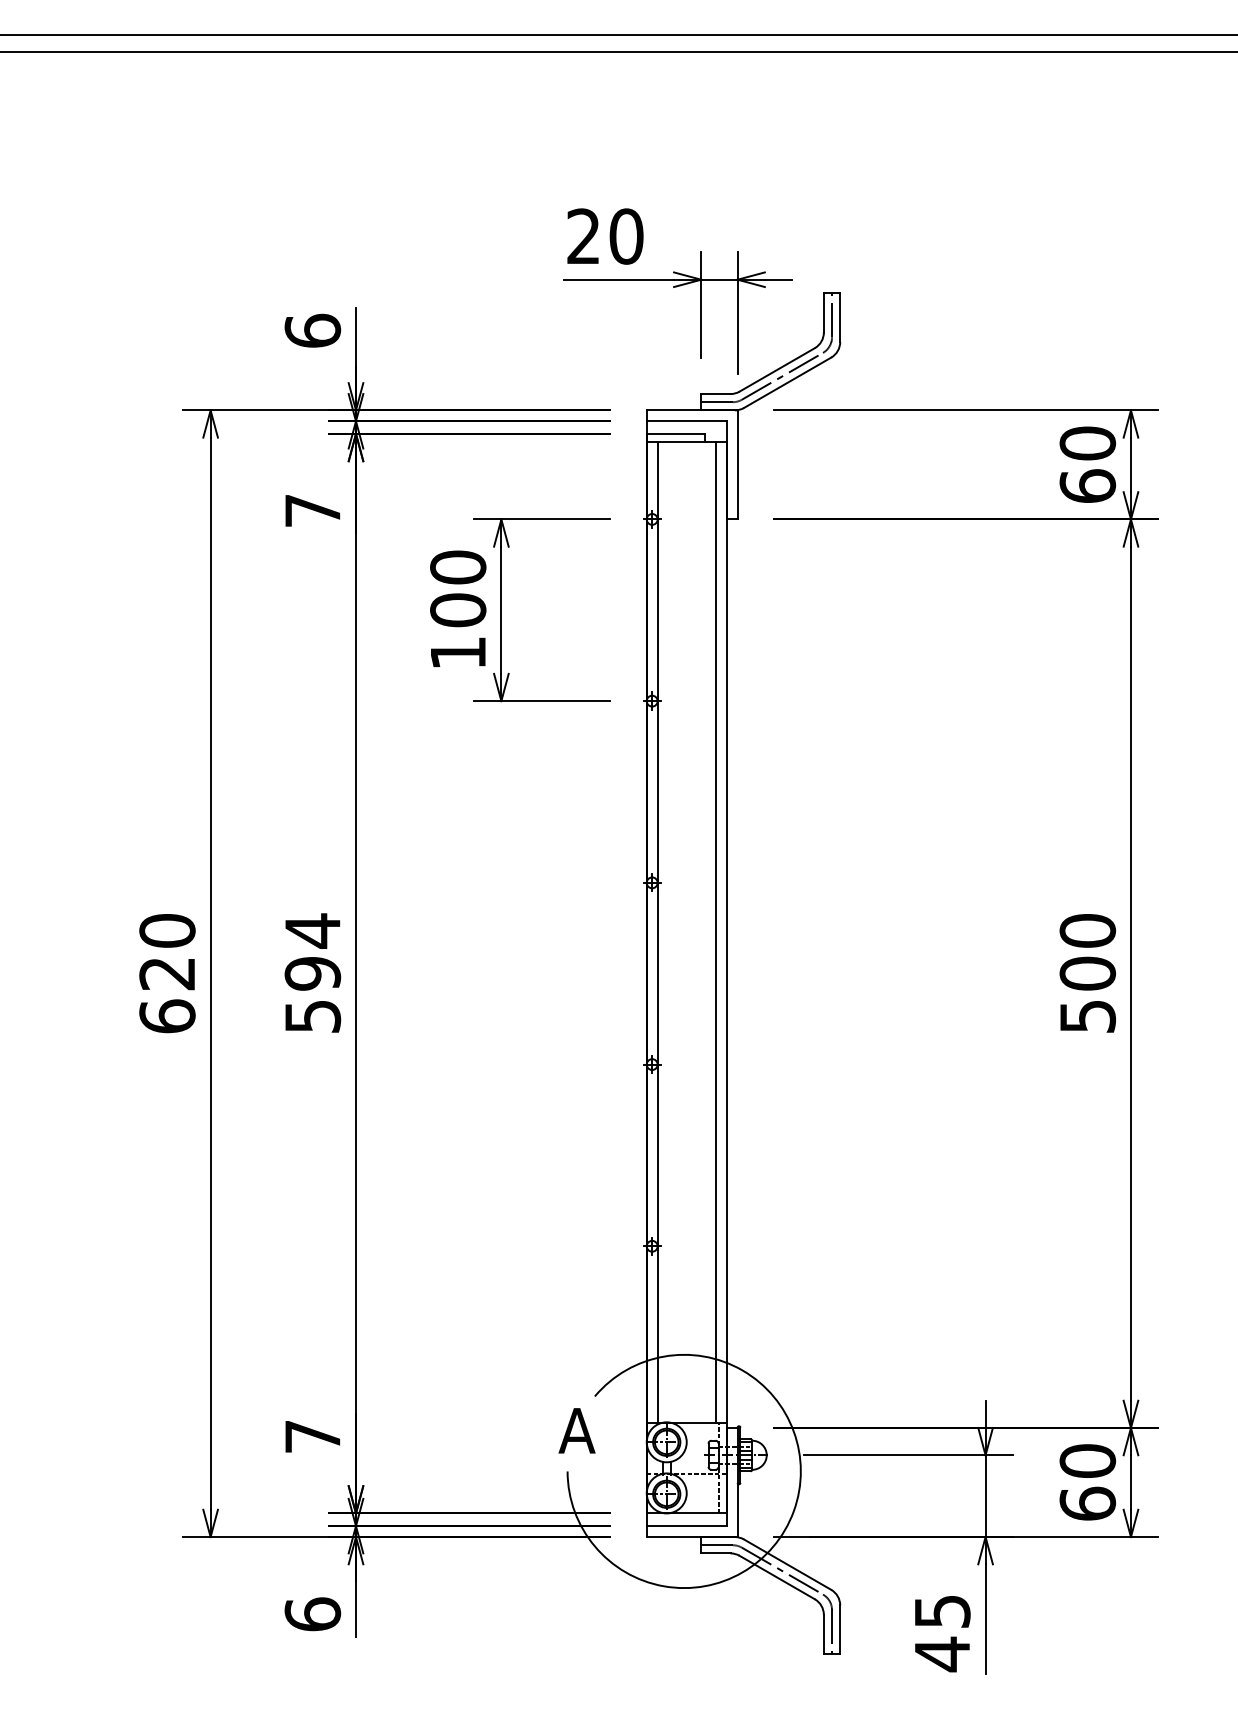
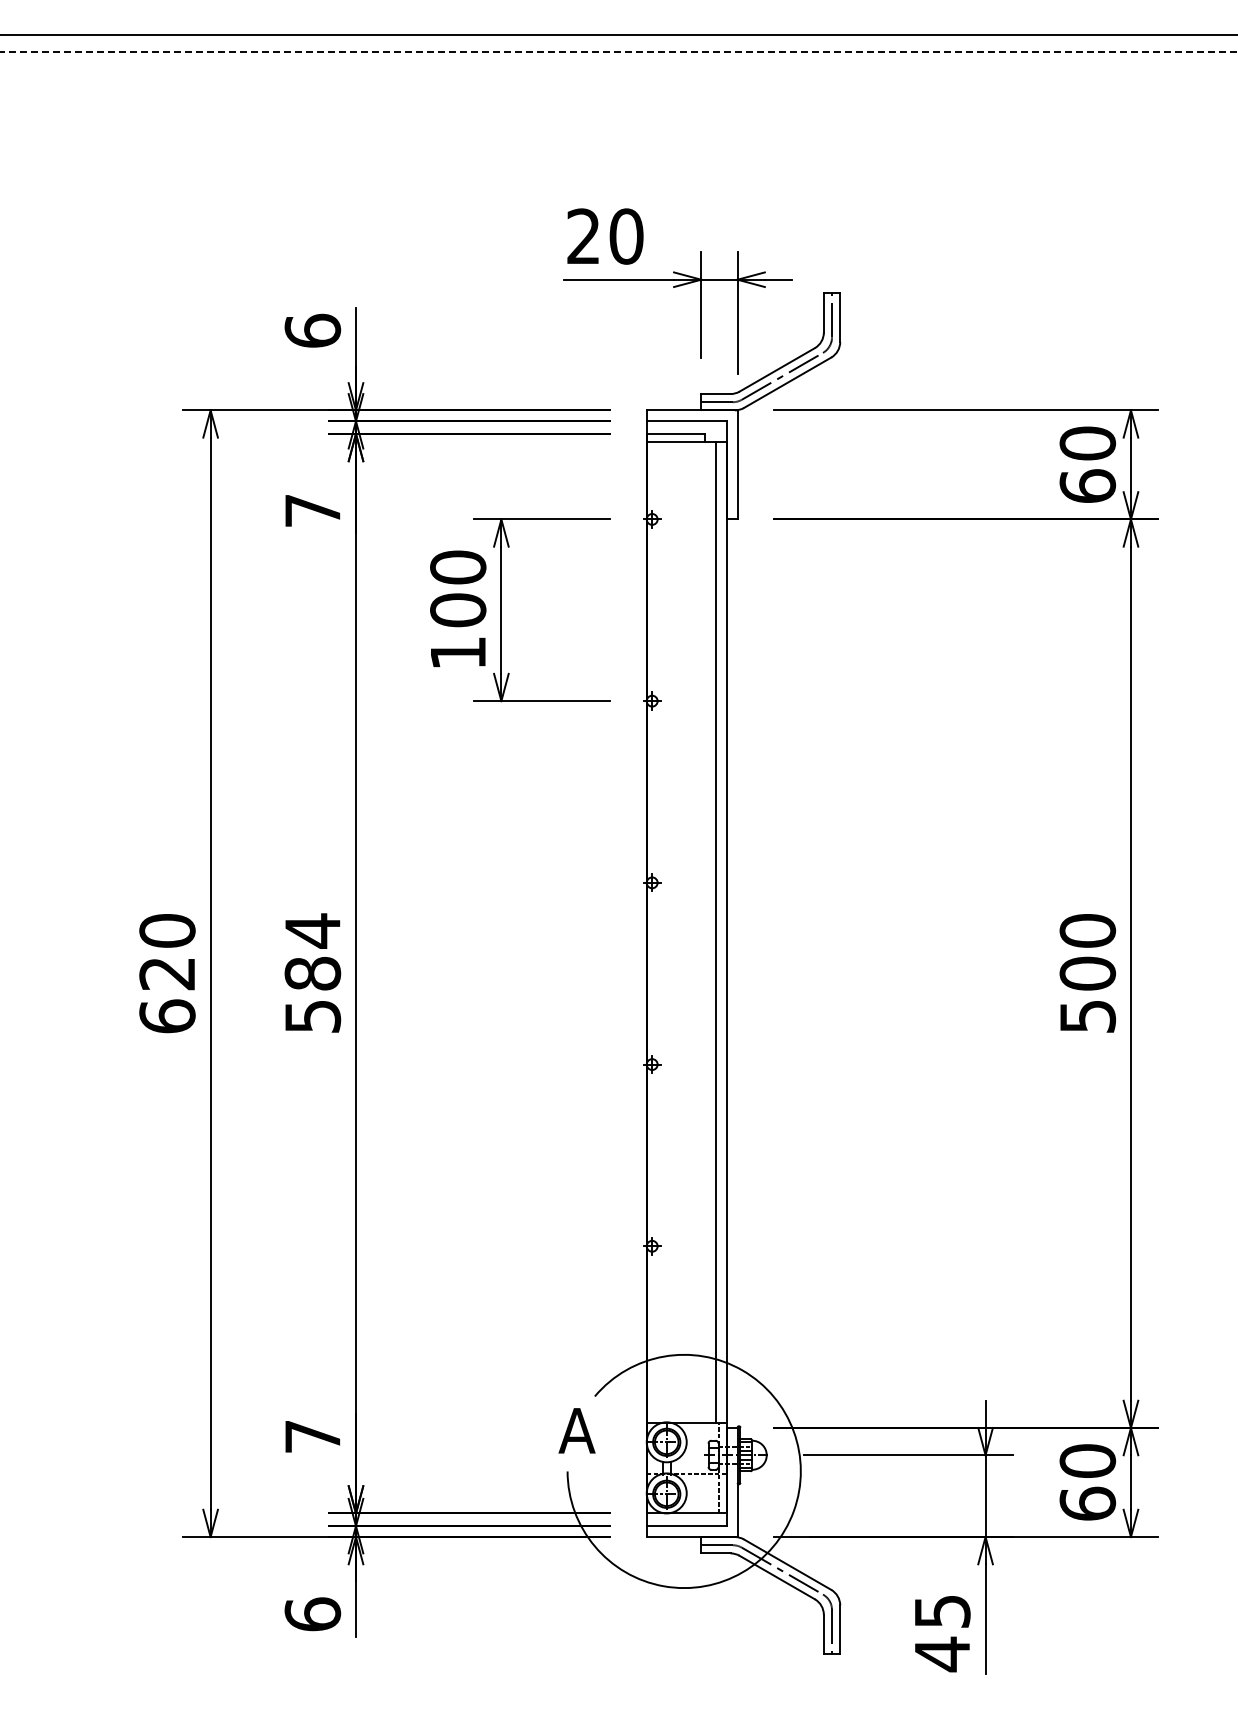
line at (619, 51): solid -> dashed
line at (657, 932): present -> none
text at (312, 973): 594 -> 584
